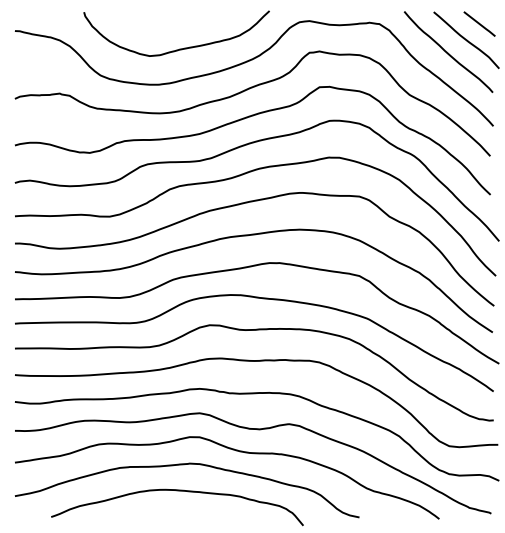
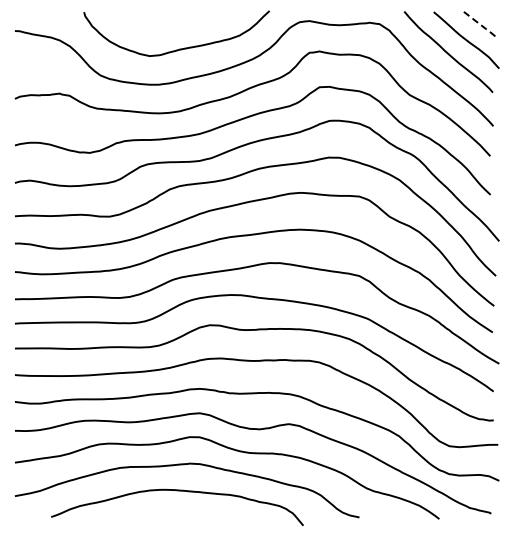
line at (480, 24): solid -> dashed
